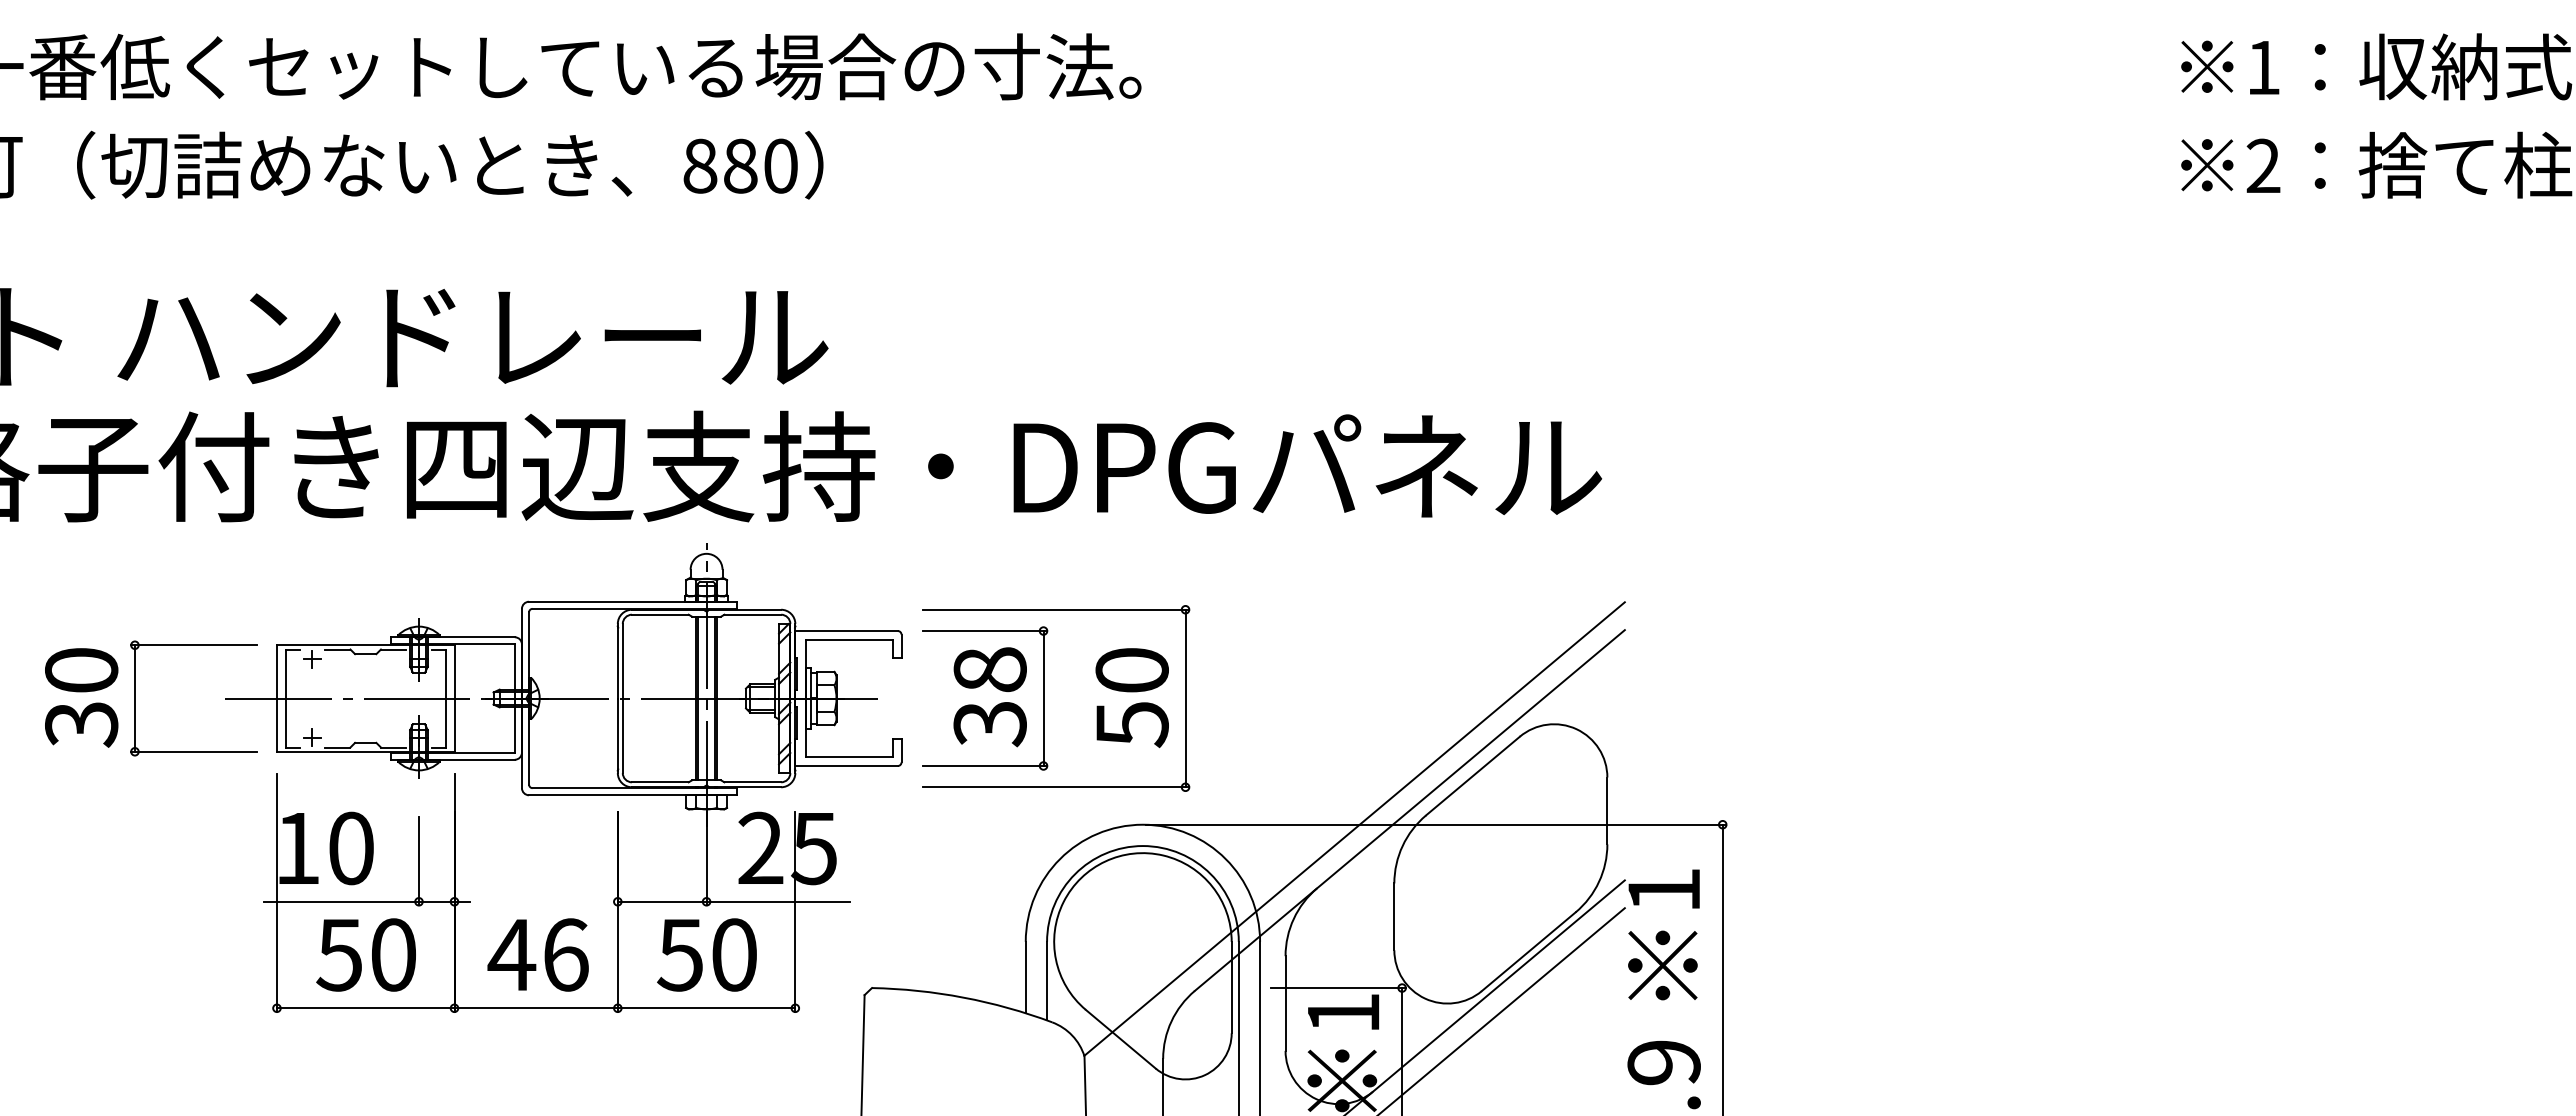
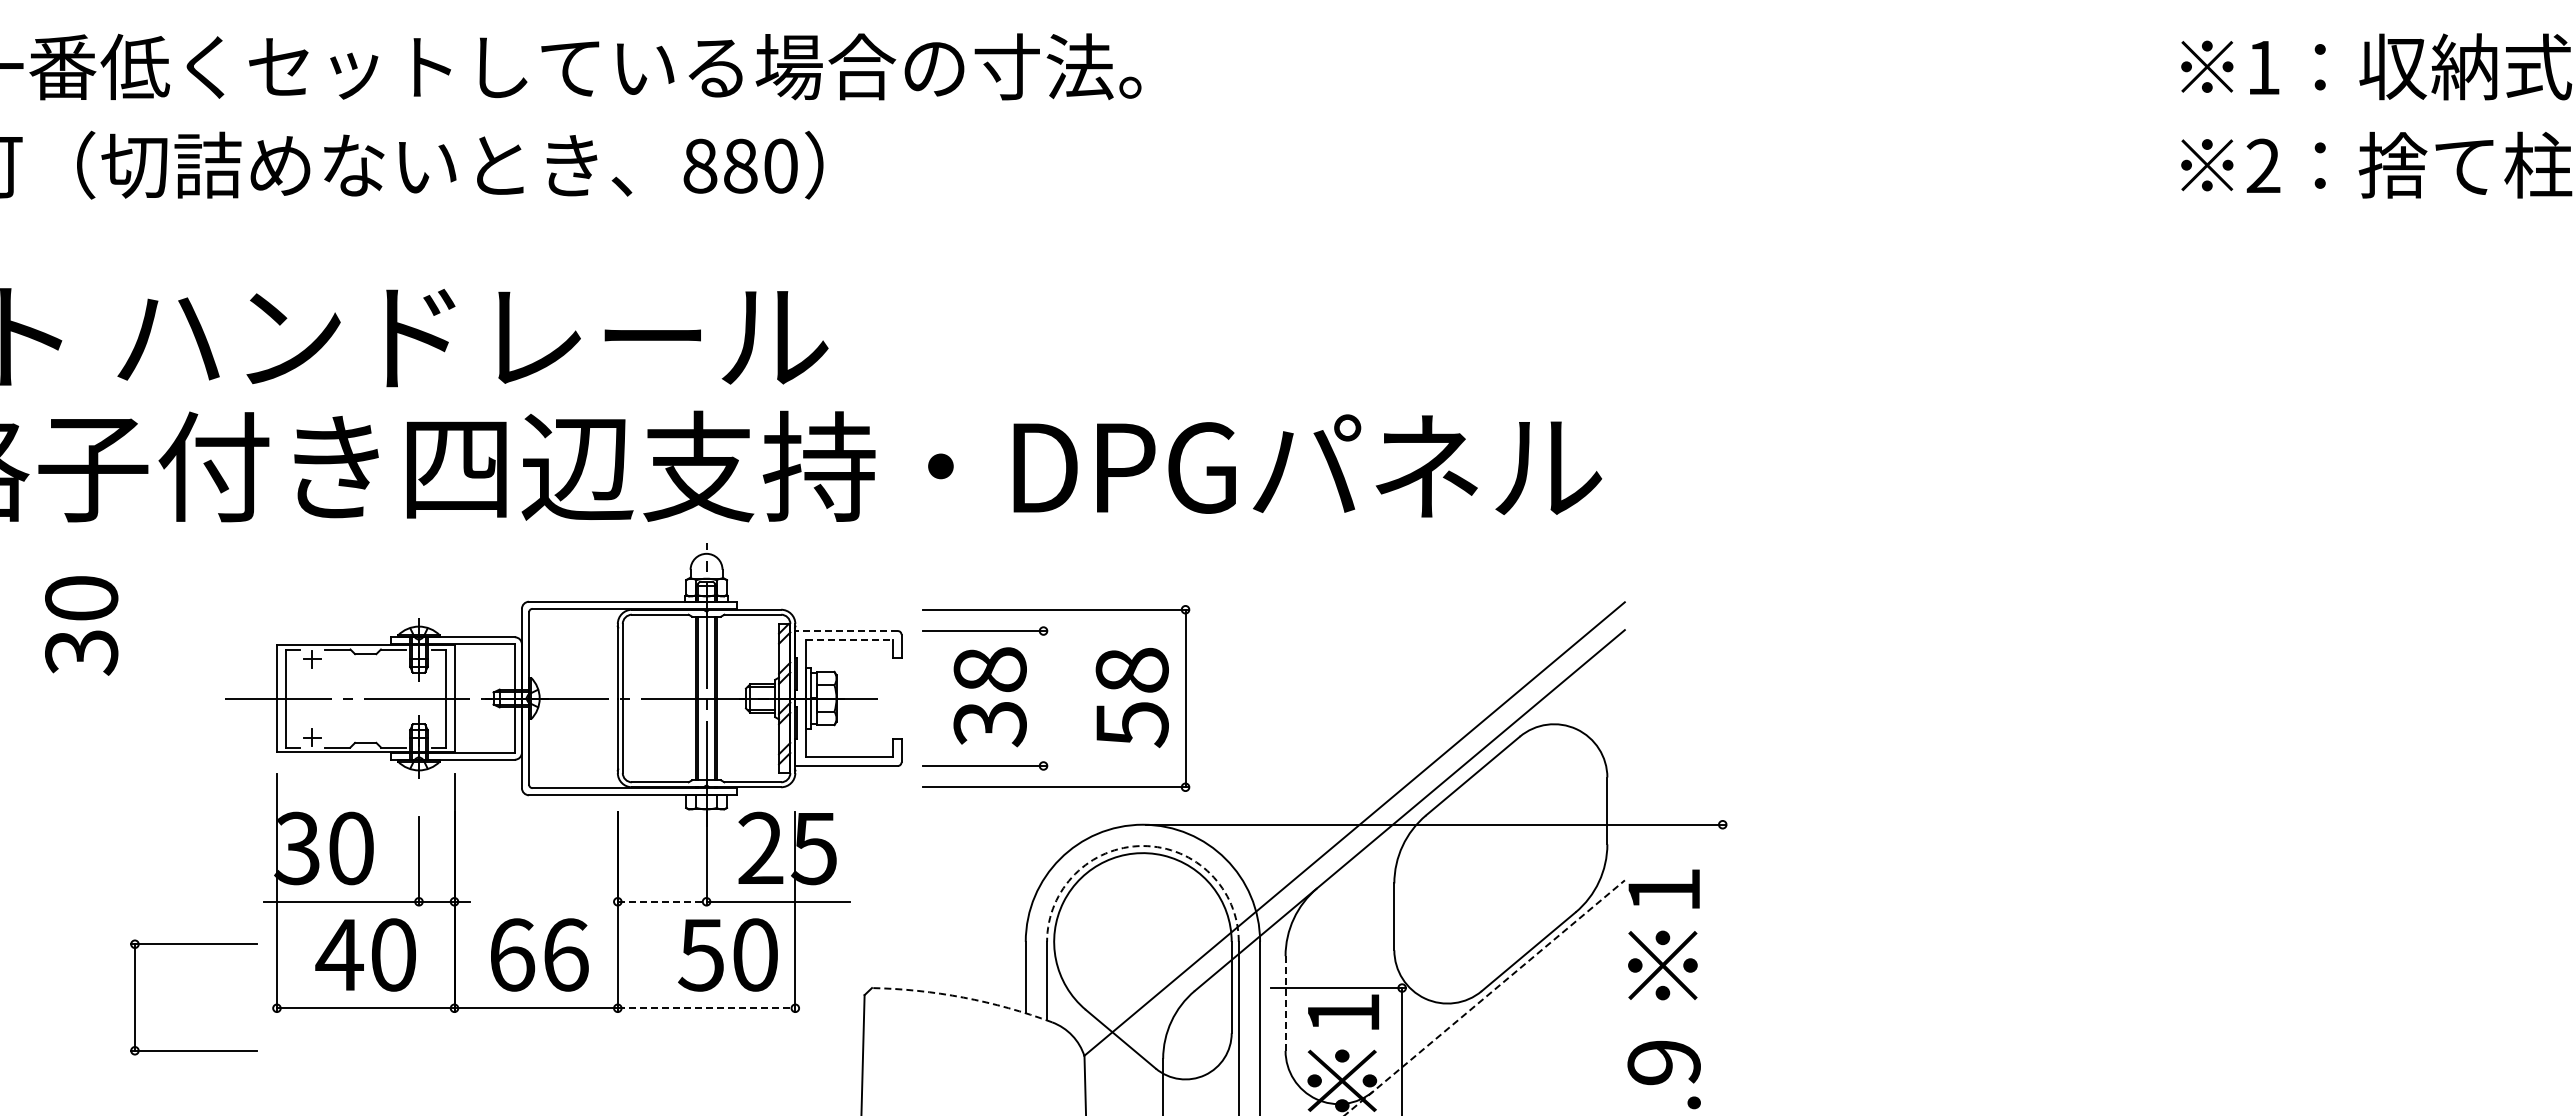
line at (845, 631): solid -> dashed
line at (849, 639): solid -> dashed
part at (193, 645) position: (193, 645) -> (193, 944)
text at (1131, 669): 50 -> 58
text at (81, 697) position: (81, 697) -> (81, 625)
line at (1043, 698): present -> none
arc at (1142, 846): solid -> dashed
text at (296, 848): 10 -> 30
line at (662, 901): solid -> dashed
text at (511, 954): 46 -> 66
text at (706, 954) position: (706, 954) -> (727, 954)
text at (339, 955): 50 -> 40
line at (1722, 968): present -> none
arc at (963, 997): solid -> dashed
line at (1484, 997): solid -> dashed
line at (1285, 1003): solid -> dashed
line at (706, 1008): solid -> dashed
line at (1502, 1010): present -> none
